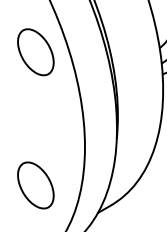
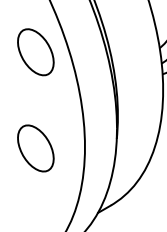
part at (35, 185) position: (35, 185) -> (35, 148)
